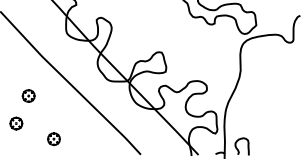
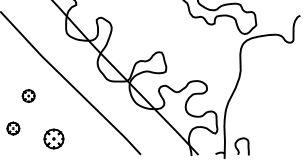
part at (16, 123) position: (16, 123) -> (13, 128)
part at (53, 139) size: 14x15 px -> 22x22 px
